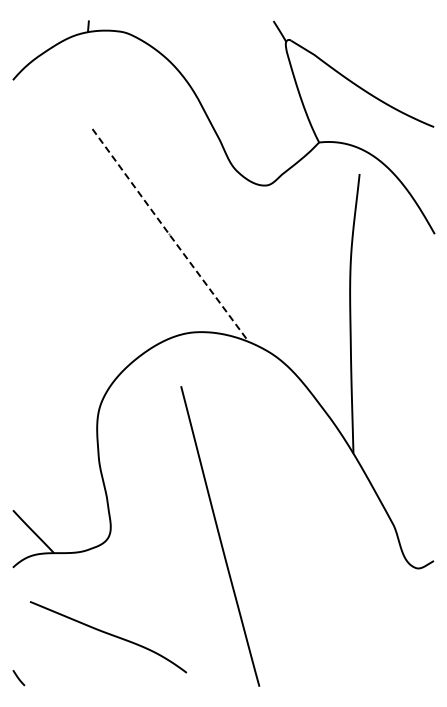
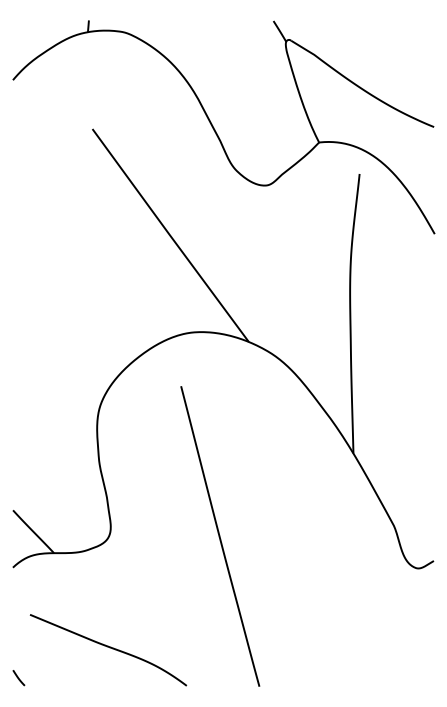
line at (169, 234): dashed -> solid
curve at (109, 635) position: (109, 635) -> (109, 648)
